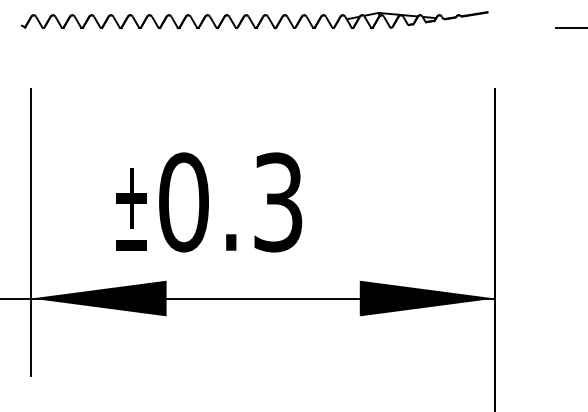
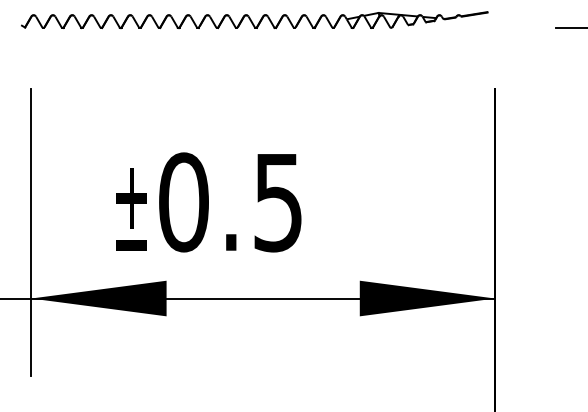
text at (278, 201): 0.3 -> 0.5
